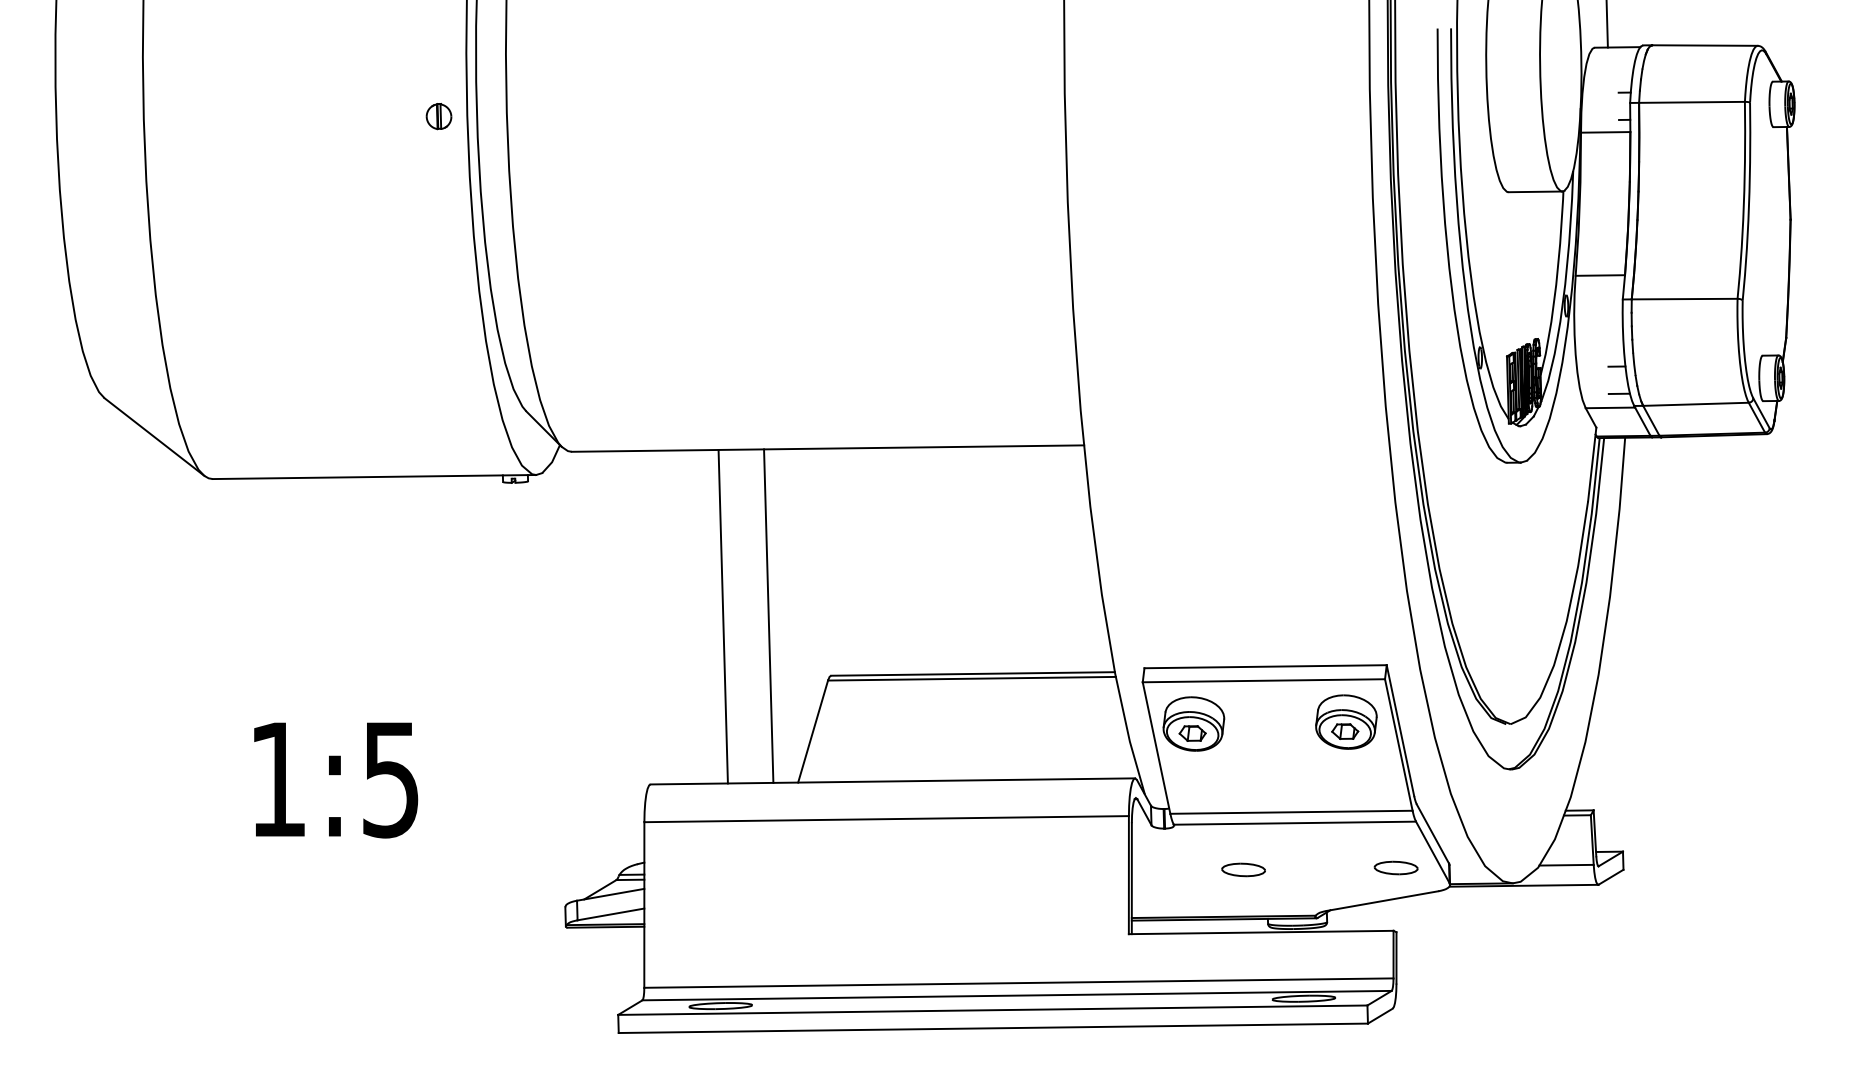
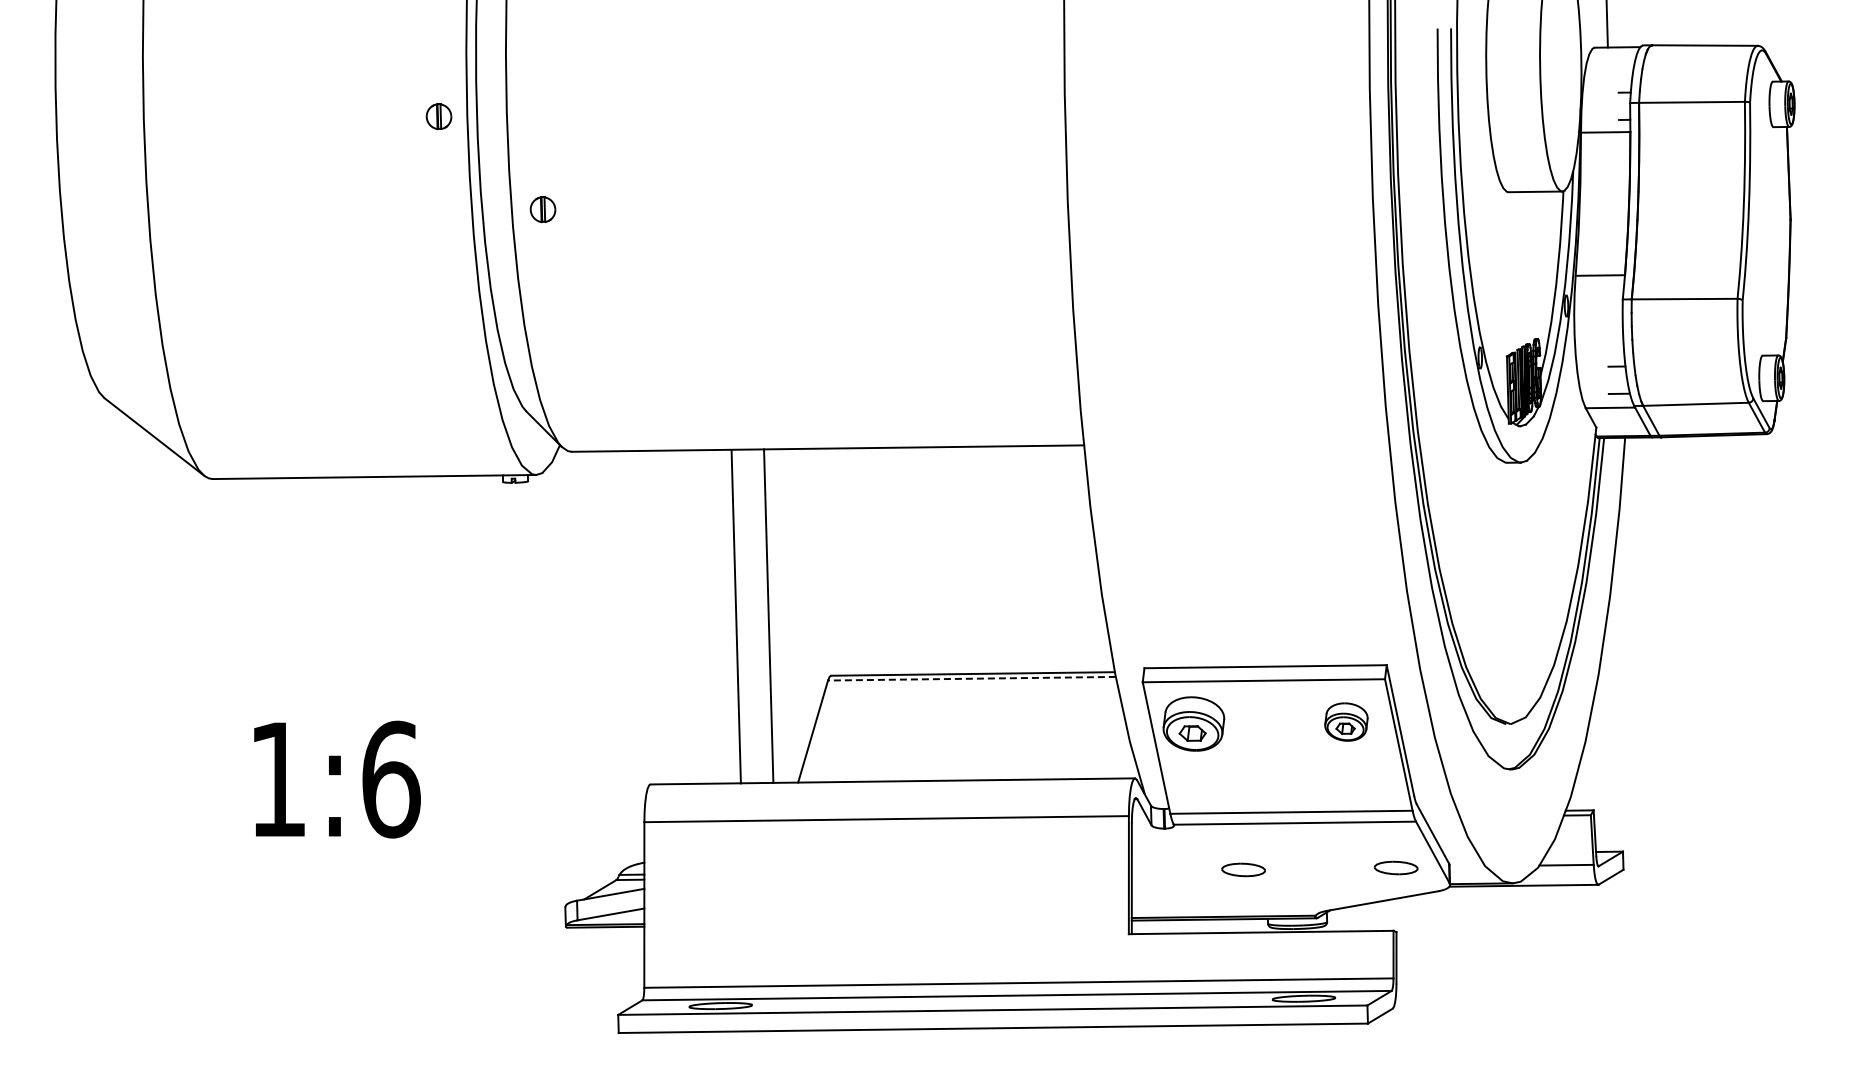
part at (542, 209): none -> present
line at (722, 616) position: (722, 616) -> (735, 616)
line at (971, 678): solid -> dashed
part at (1346, 721) size: 63x56 px -> 45x40 px
text at (391, 779): 1:5 -> 1:6
